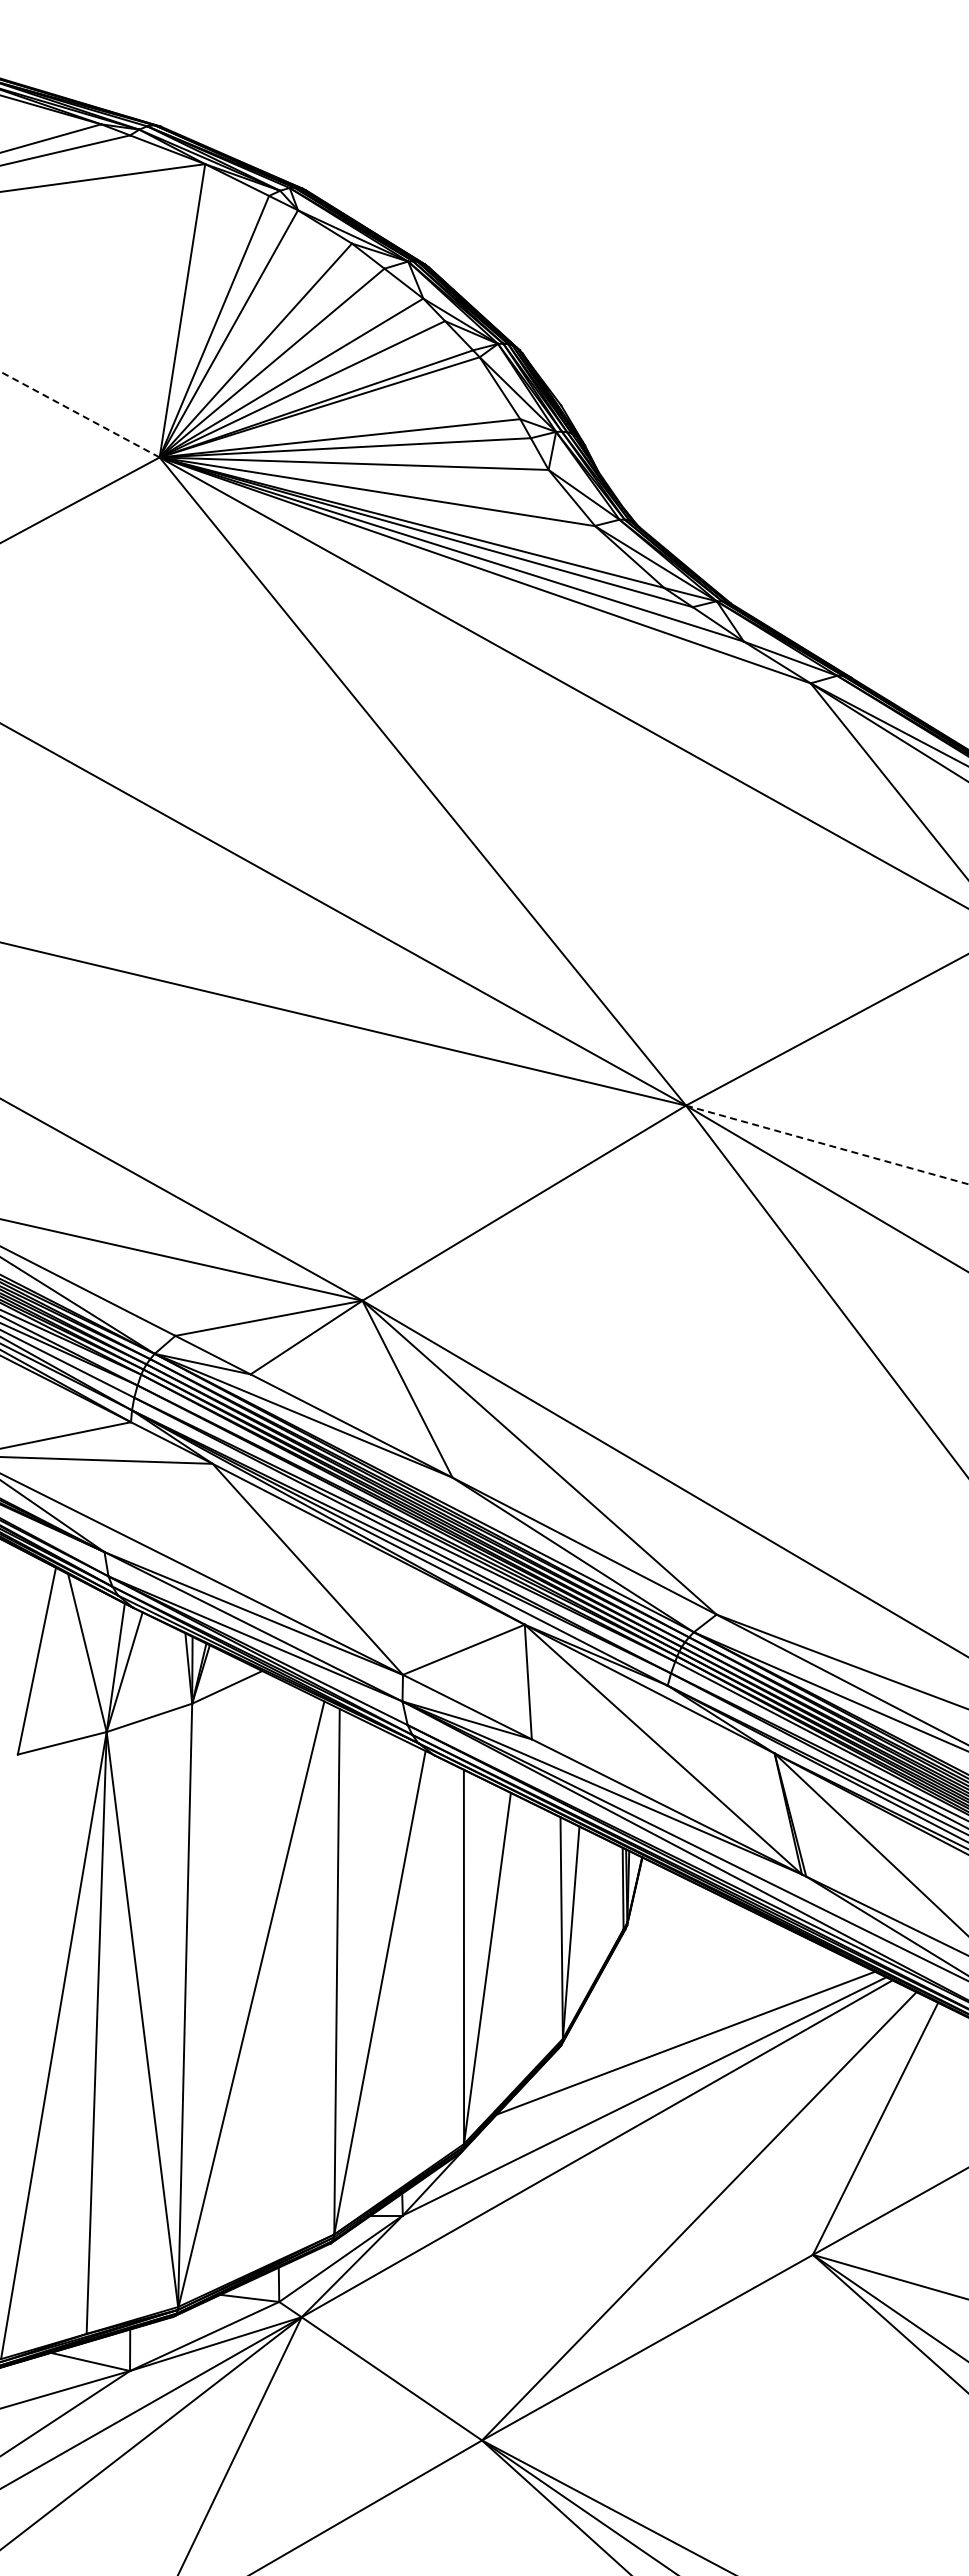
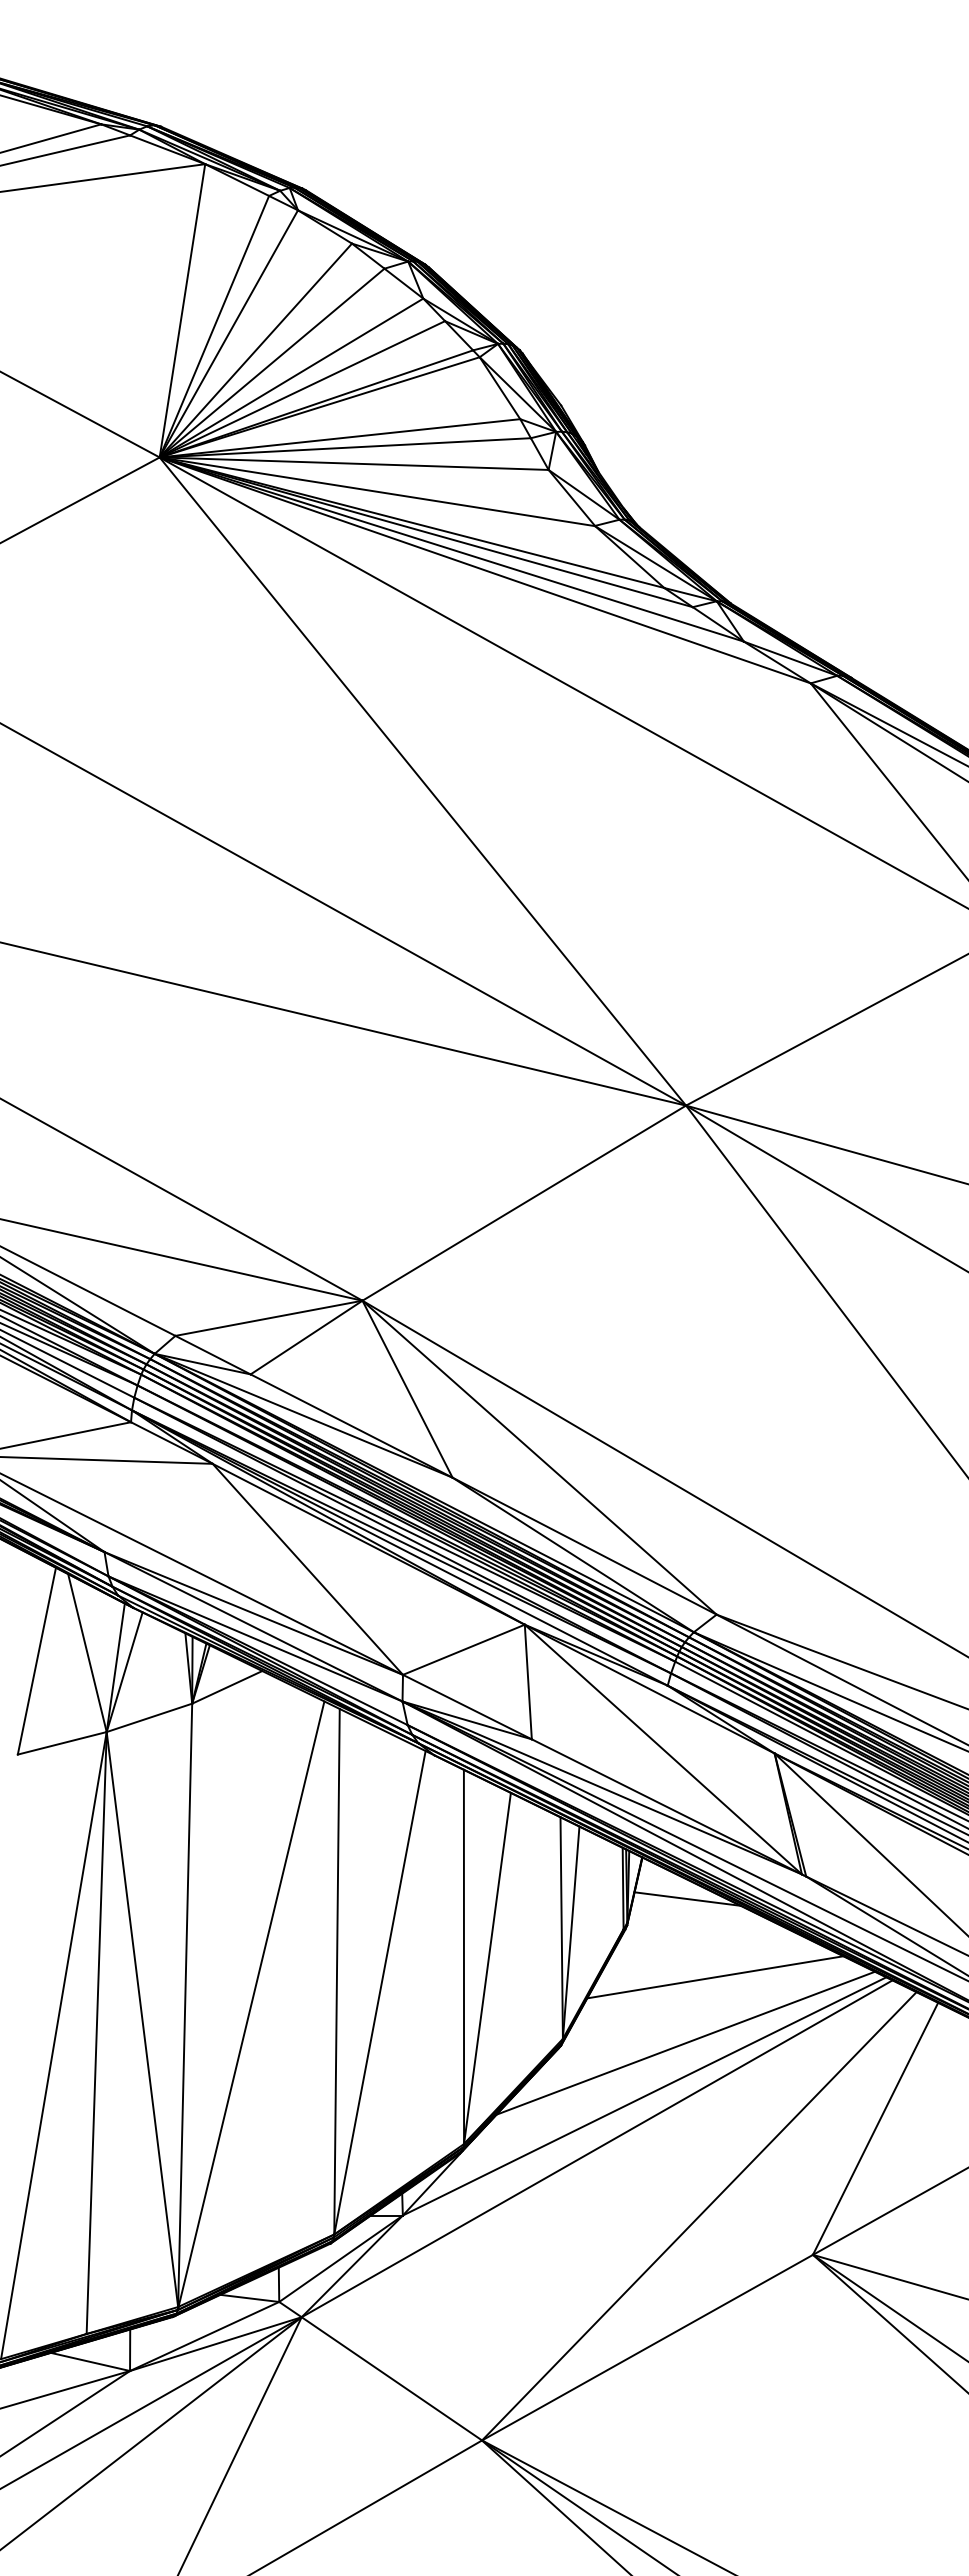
line at (79, 414): dashed -> solid
line at (827, 1145): dashed -> solid
line at (687, 1898): none -> present
line at (715, 1977): none -> present
